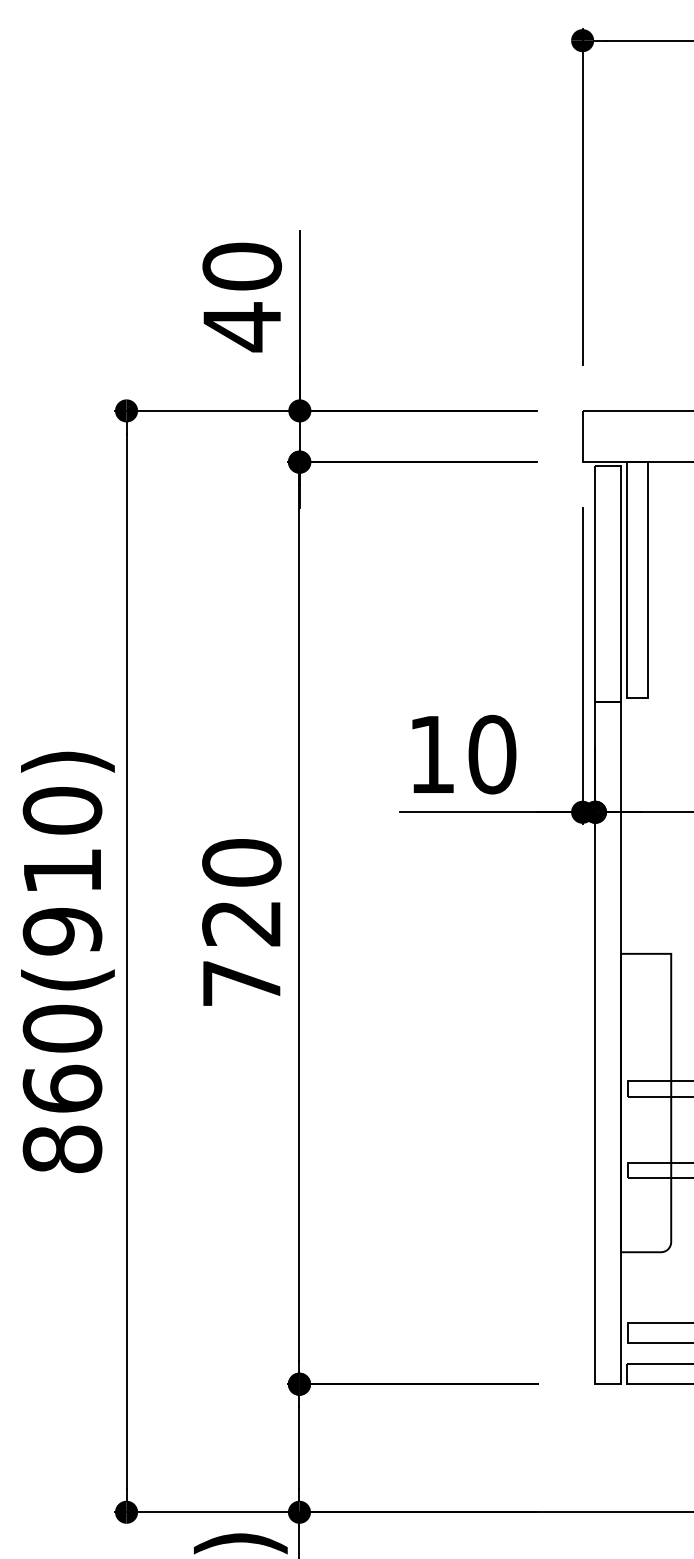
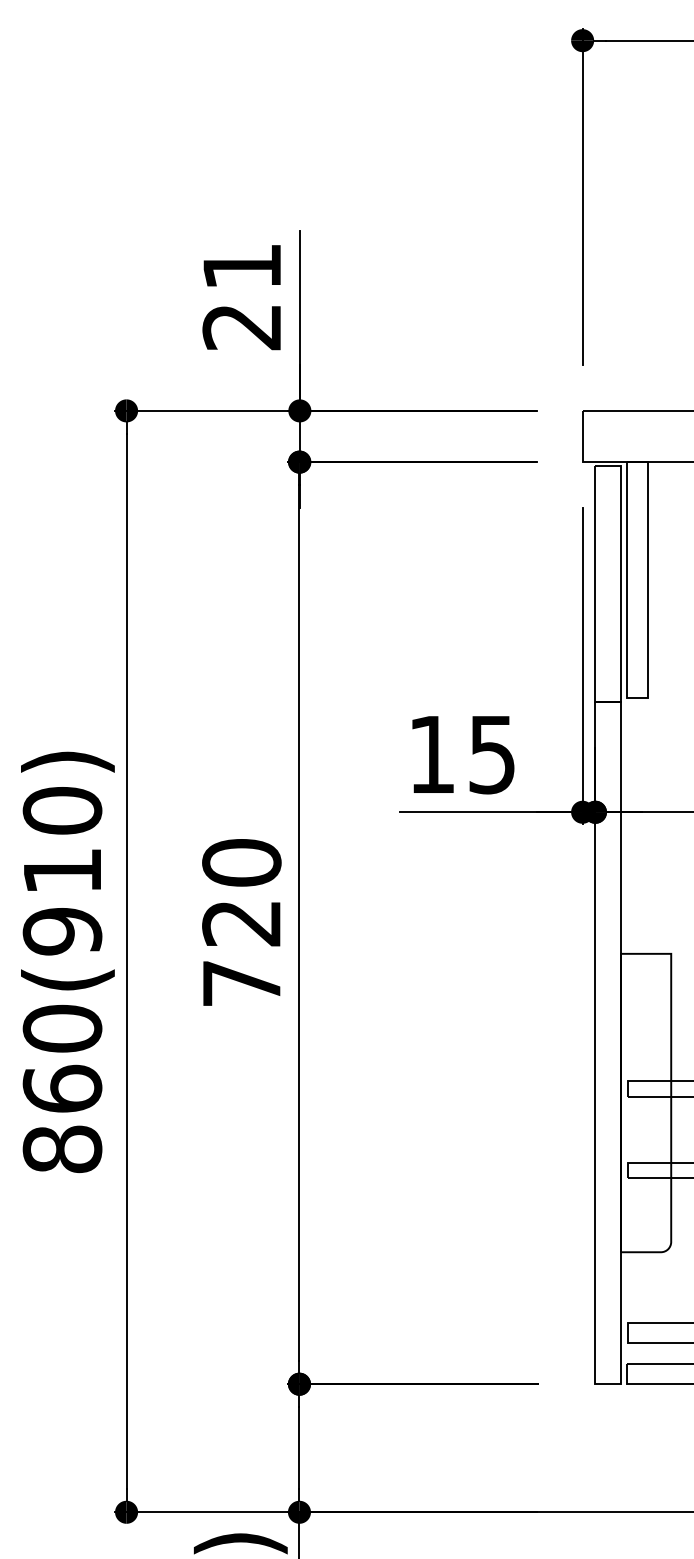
text at (242, 297): 40 -> 21
text at (492, 754): 10 -> 15
